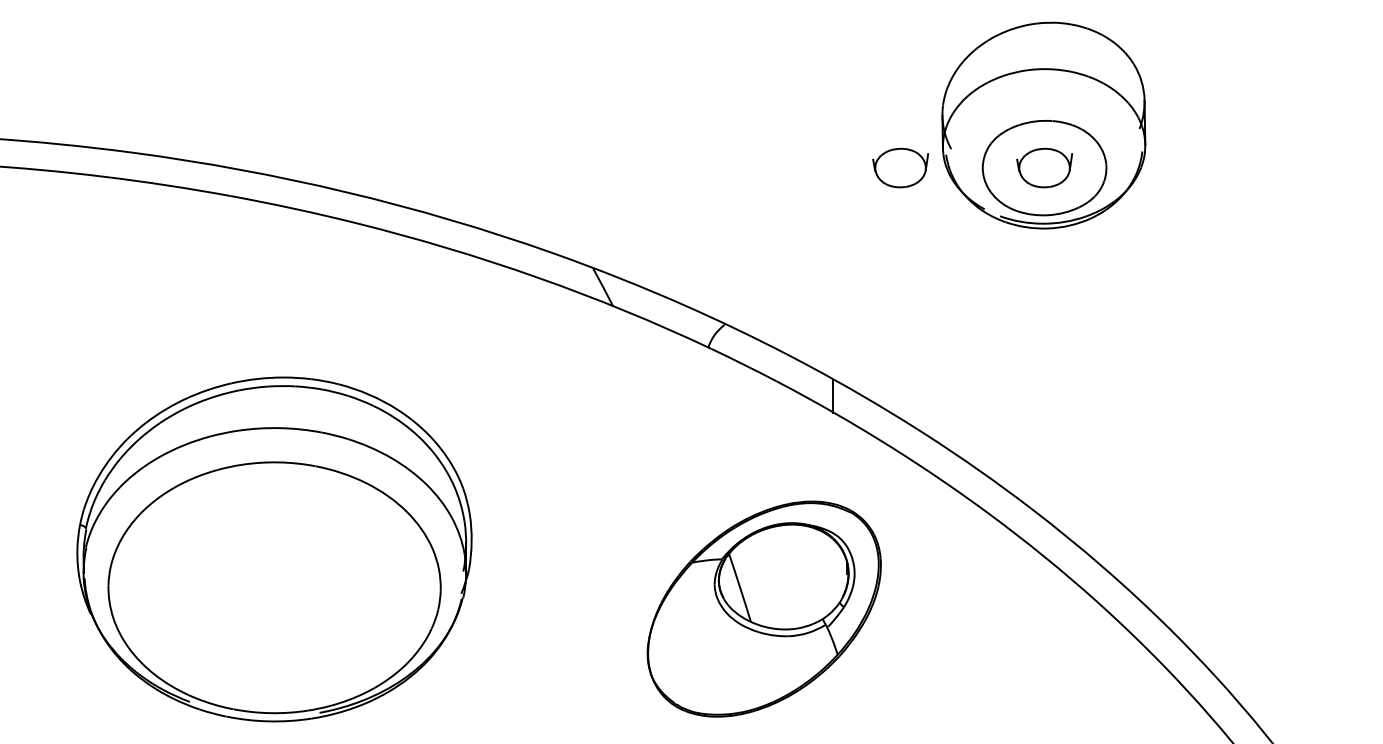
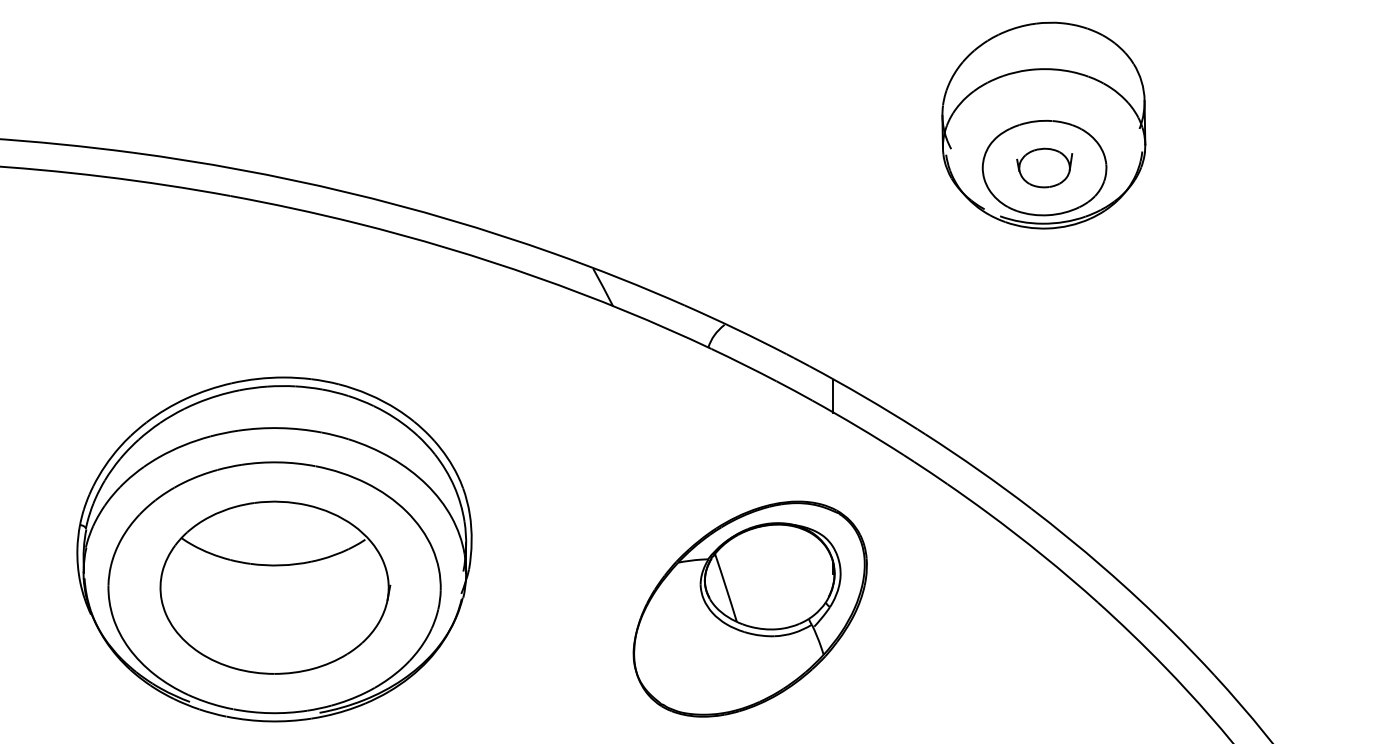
part at (900, 167): present -> none
part at (275, 587): none -> present
part at (763, 608) position: (763, 608) -> (749, 608)
